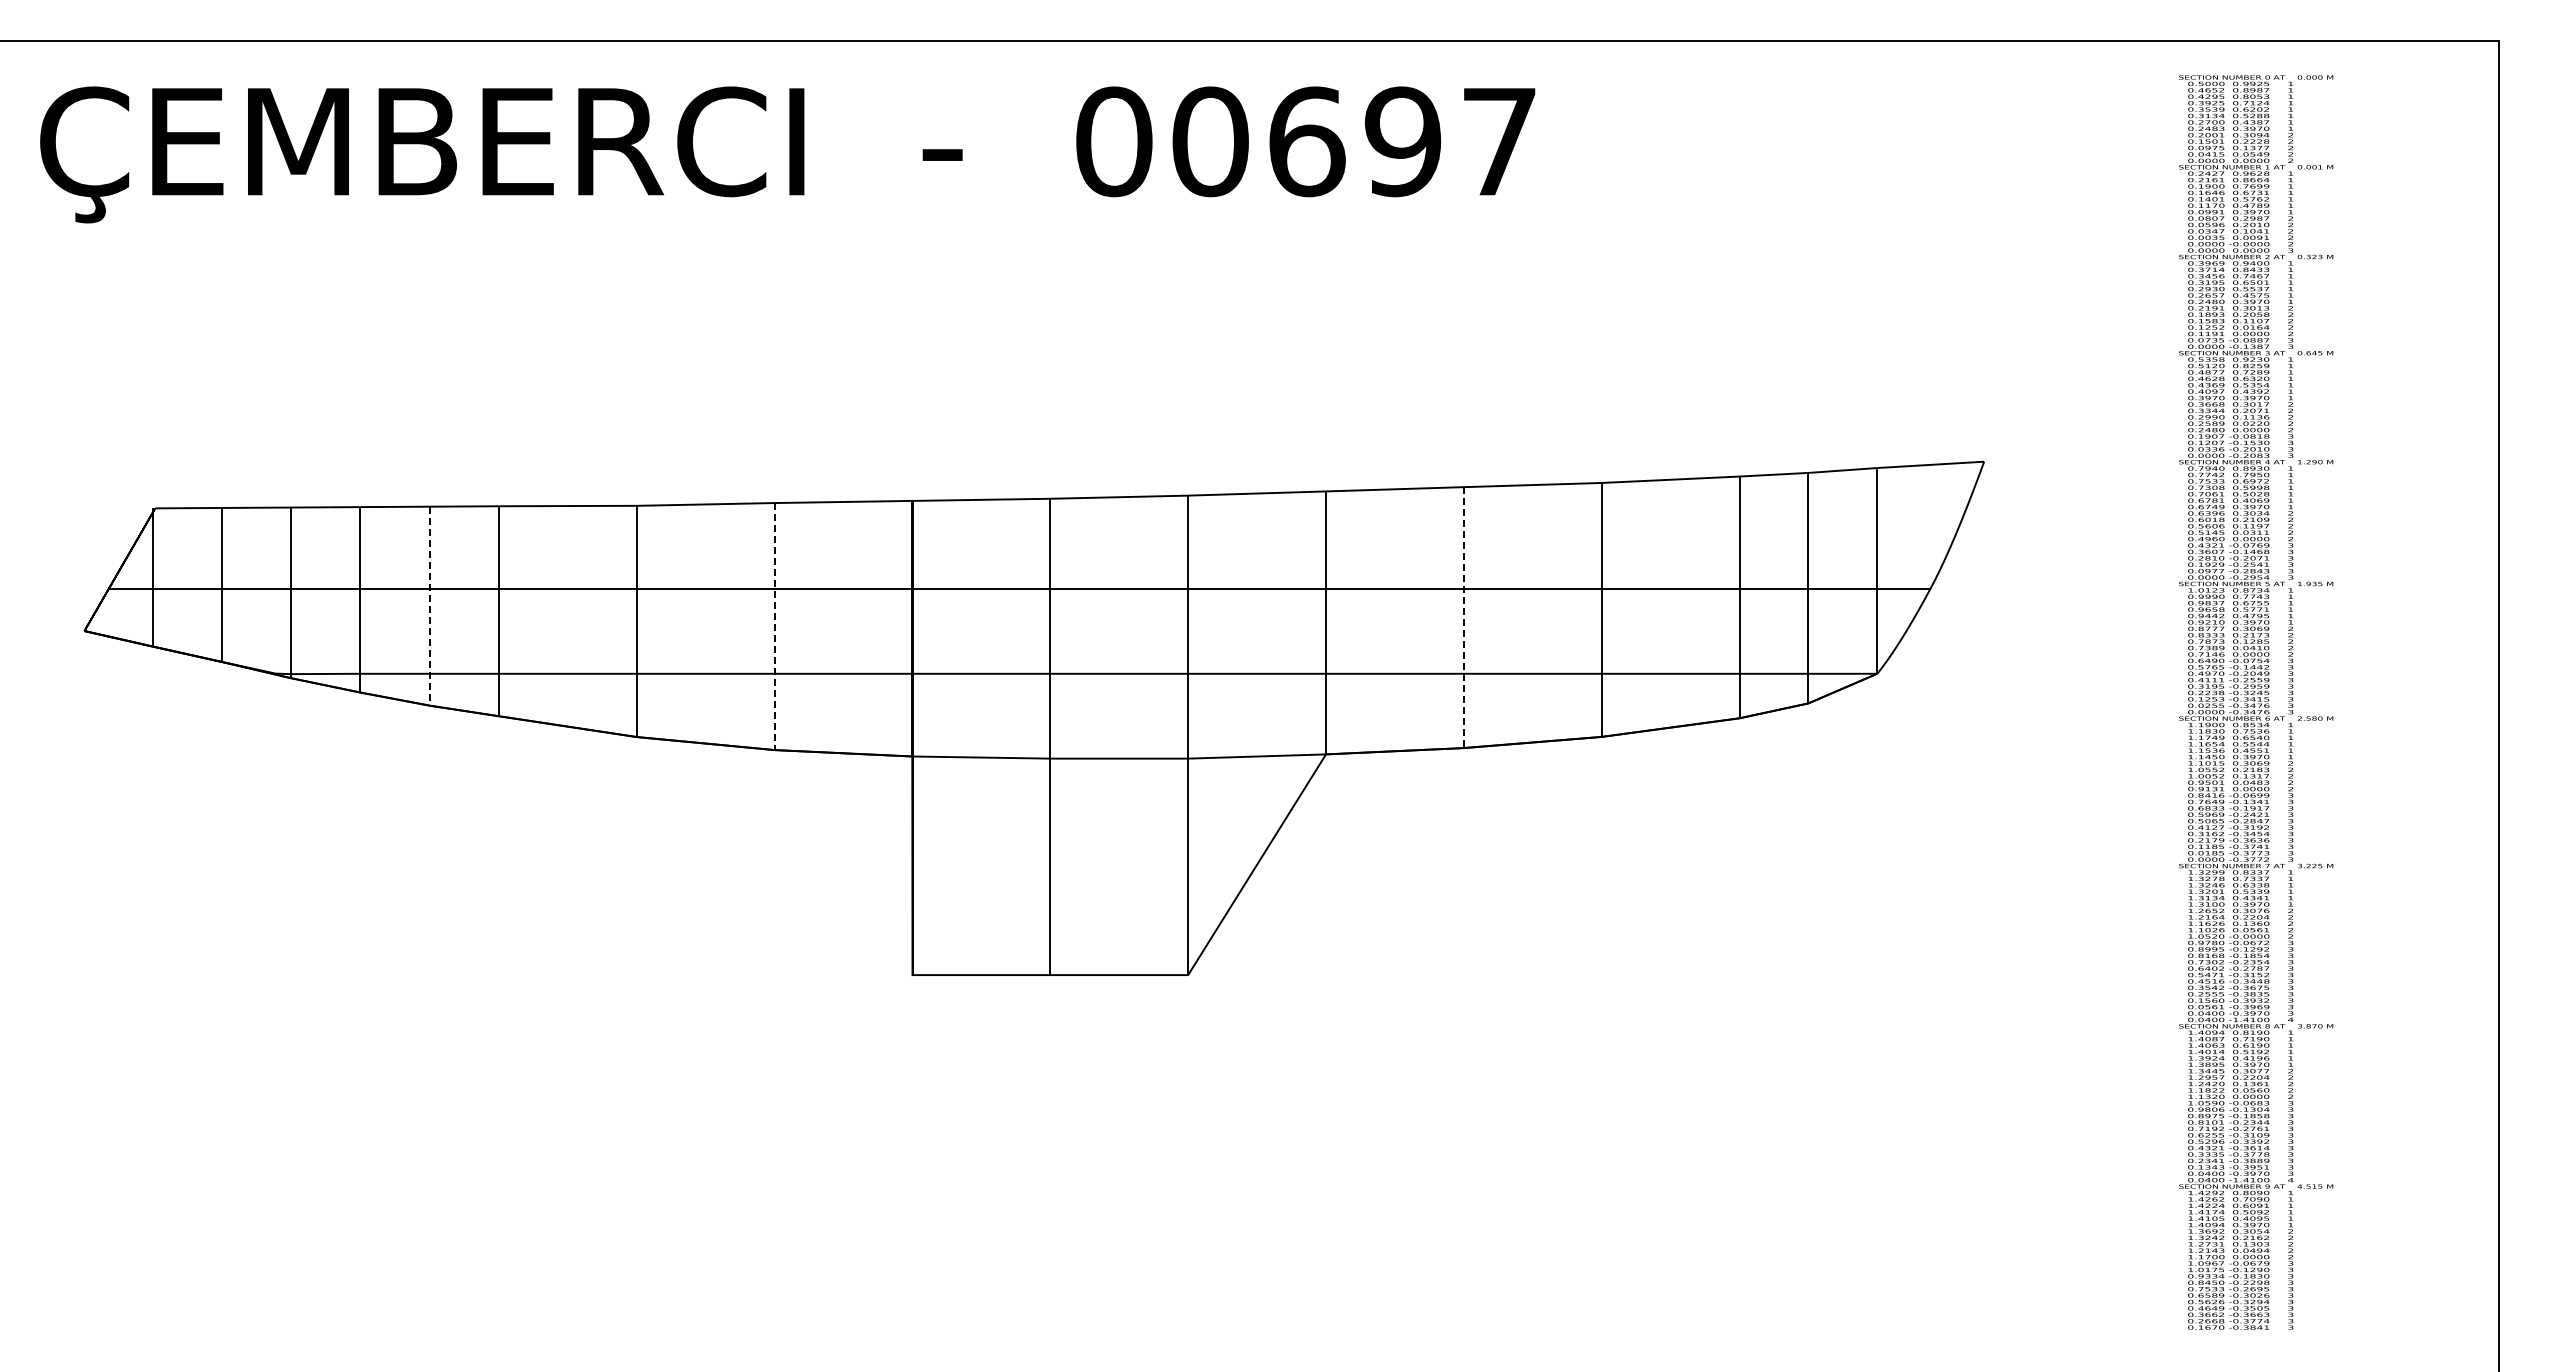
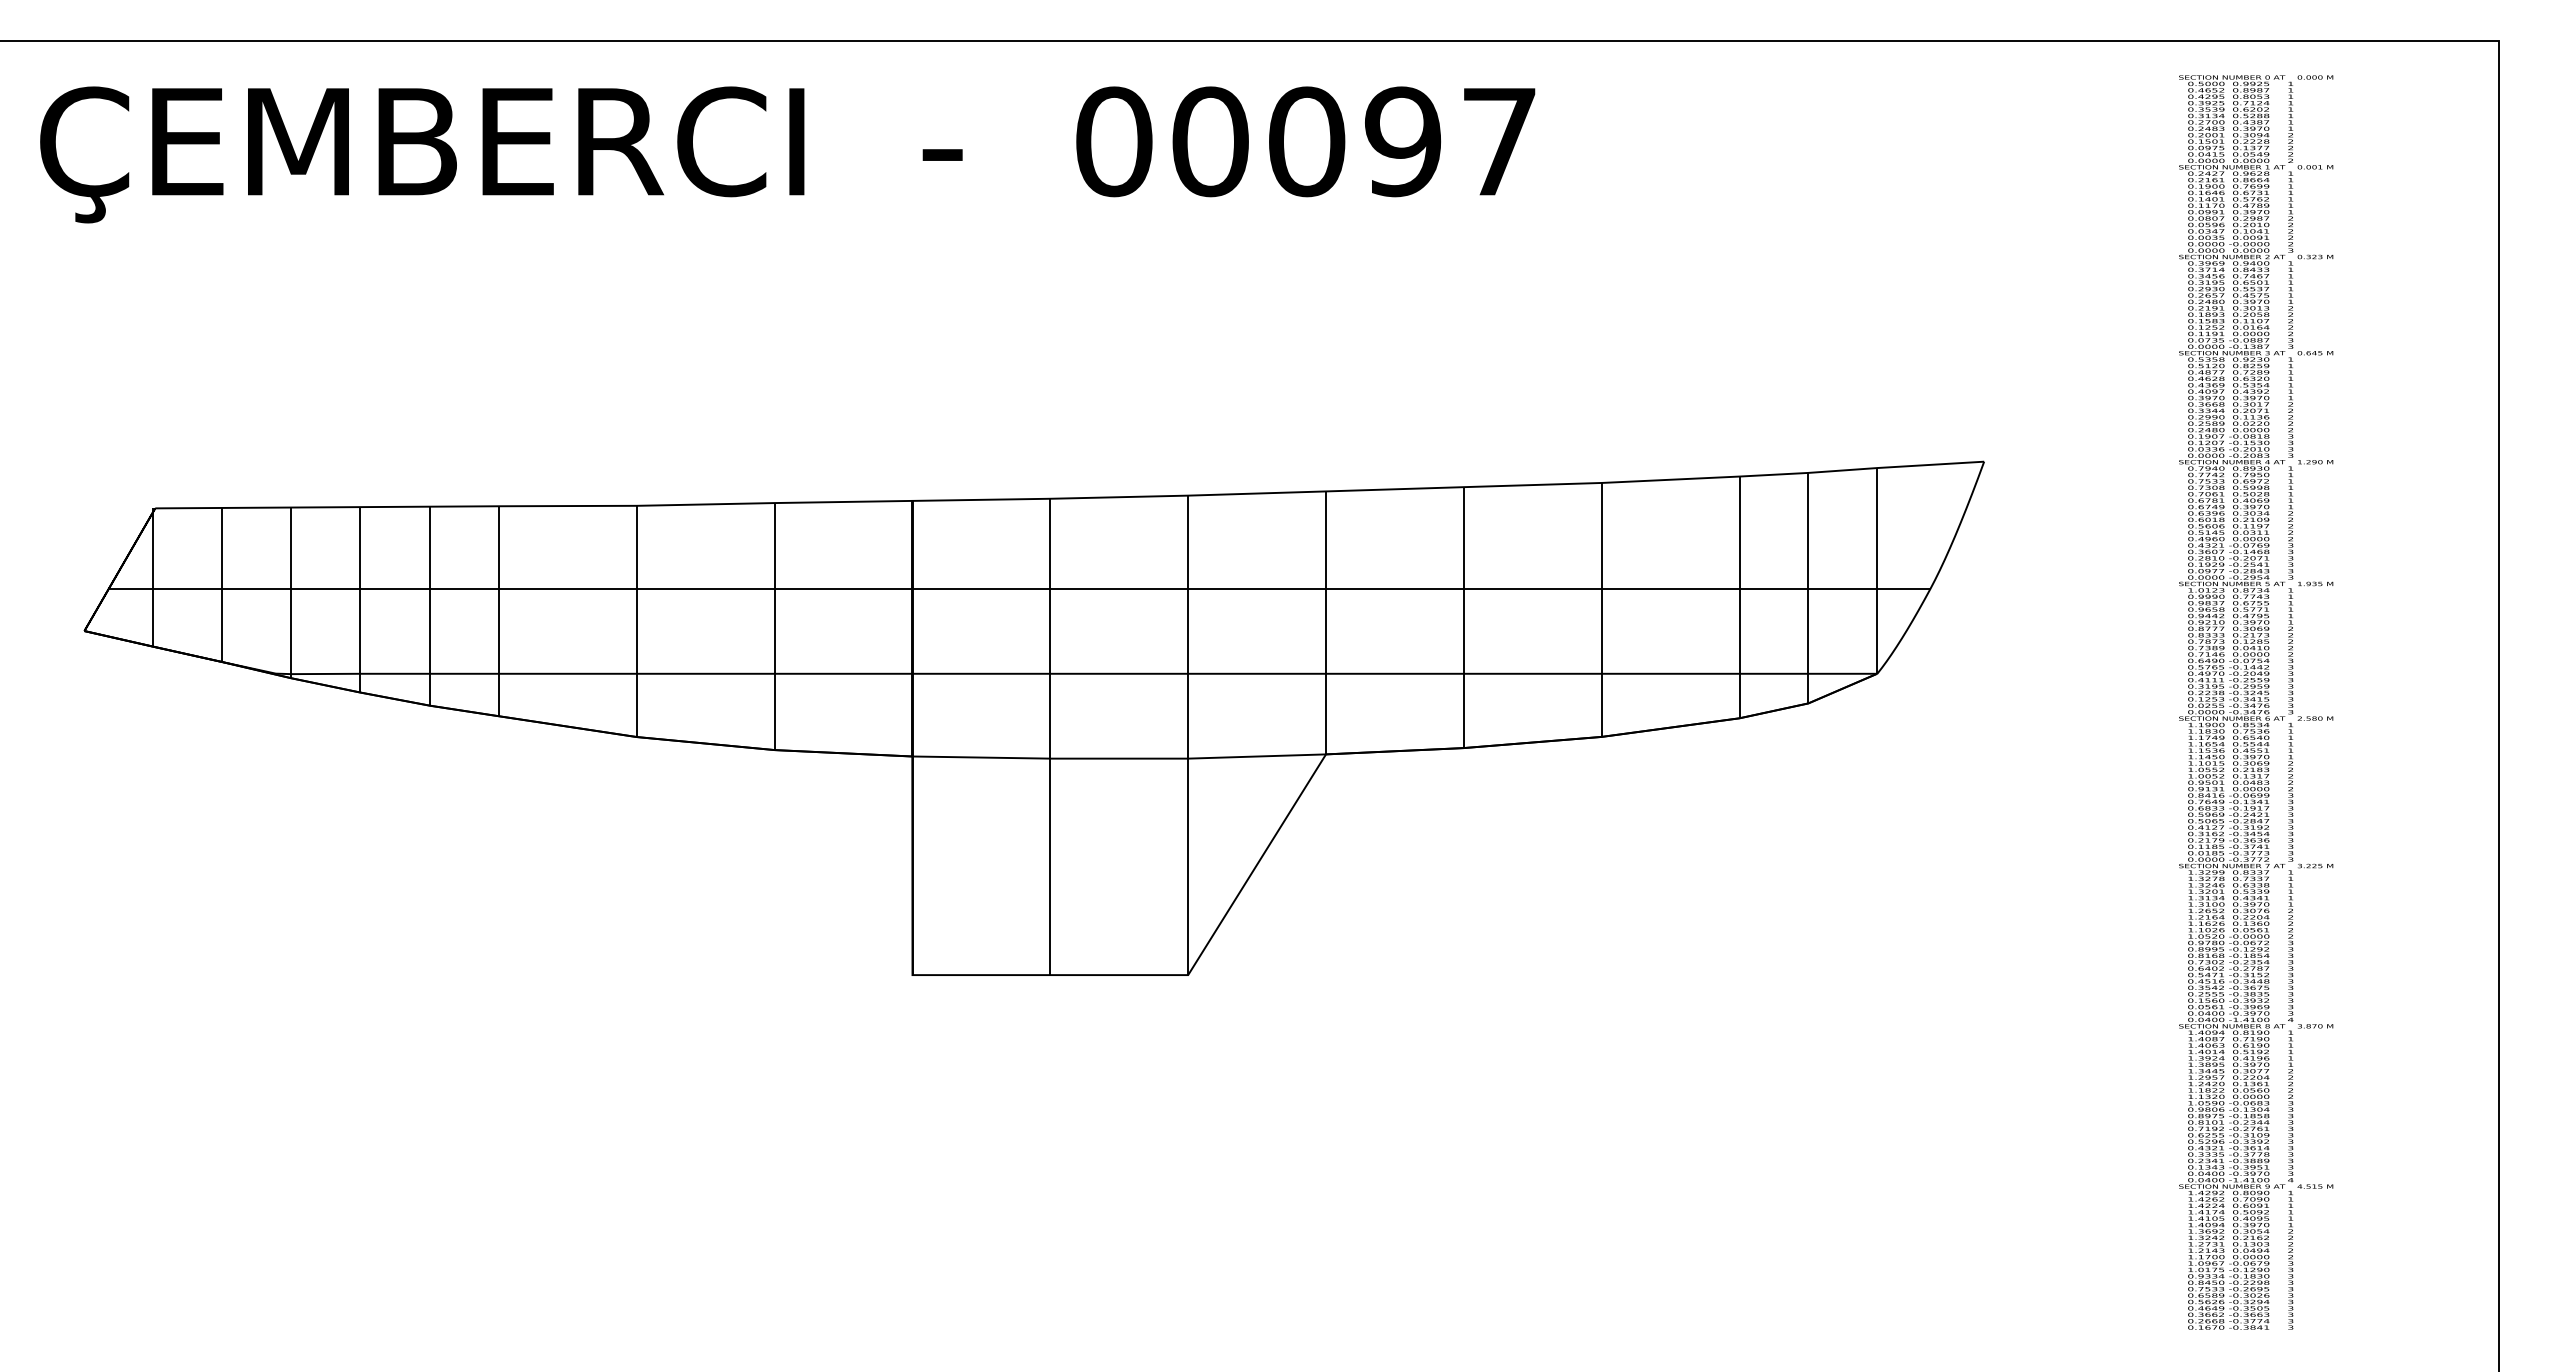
text at (1307, 141): 00697 -> 00097
line at (430, 606): dashed -> solid
line at (1463, 618): dashed -> solid
line at (774, 626): dashed -> solid
